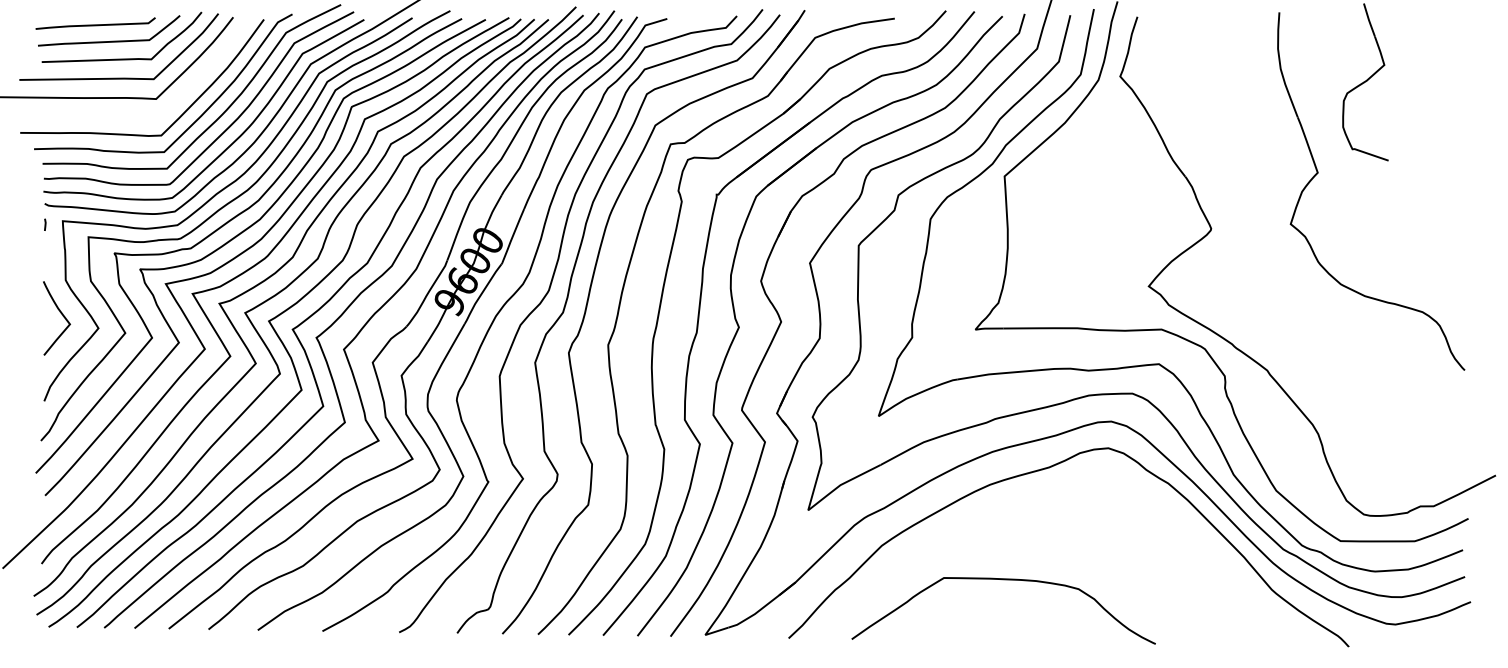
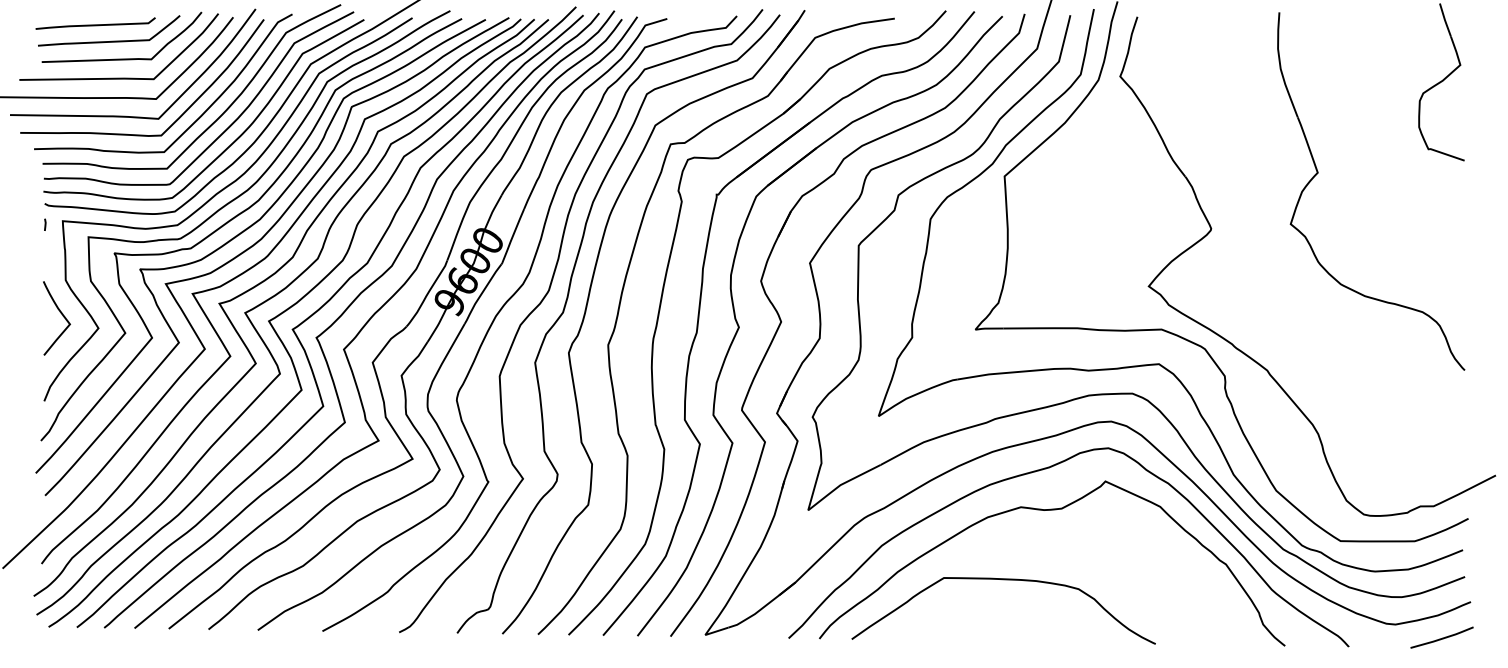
part at (1365, 82) position: (1365, 82) -> (1441, 82)
curve at (125, 115): none -> present
curve at (1052, 510): none -> present
curve at (1442, 637): none -> present
